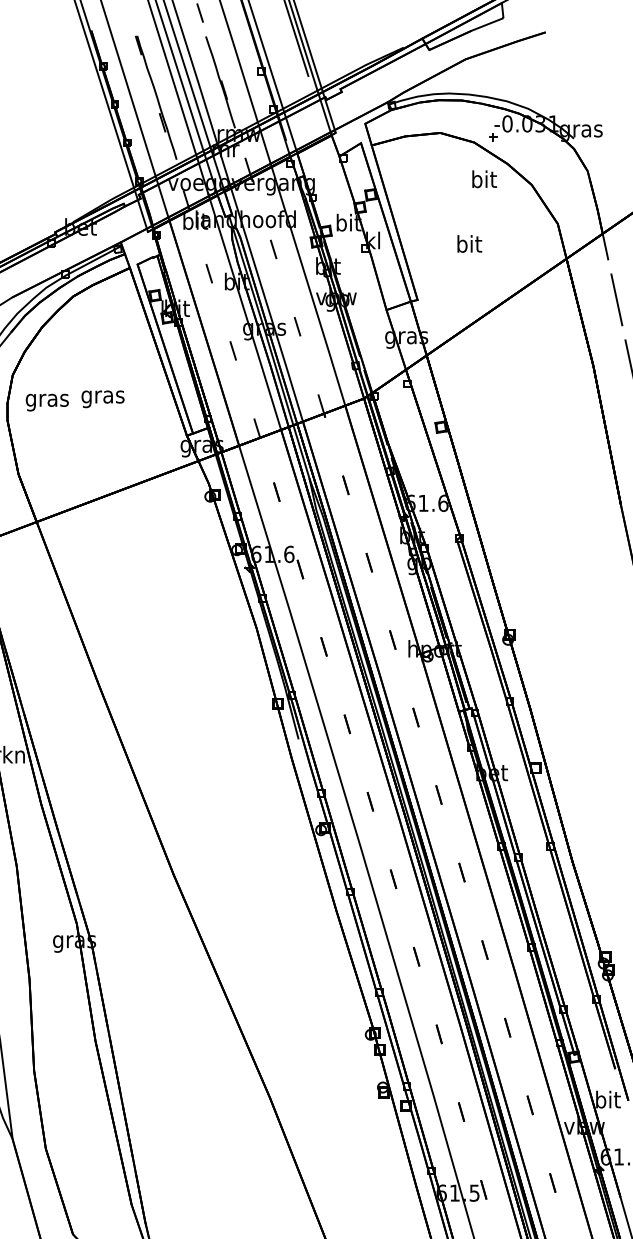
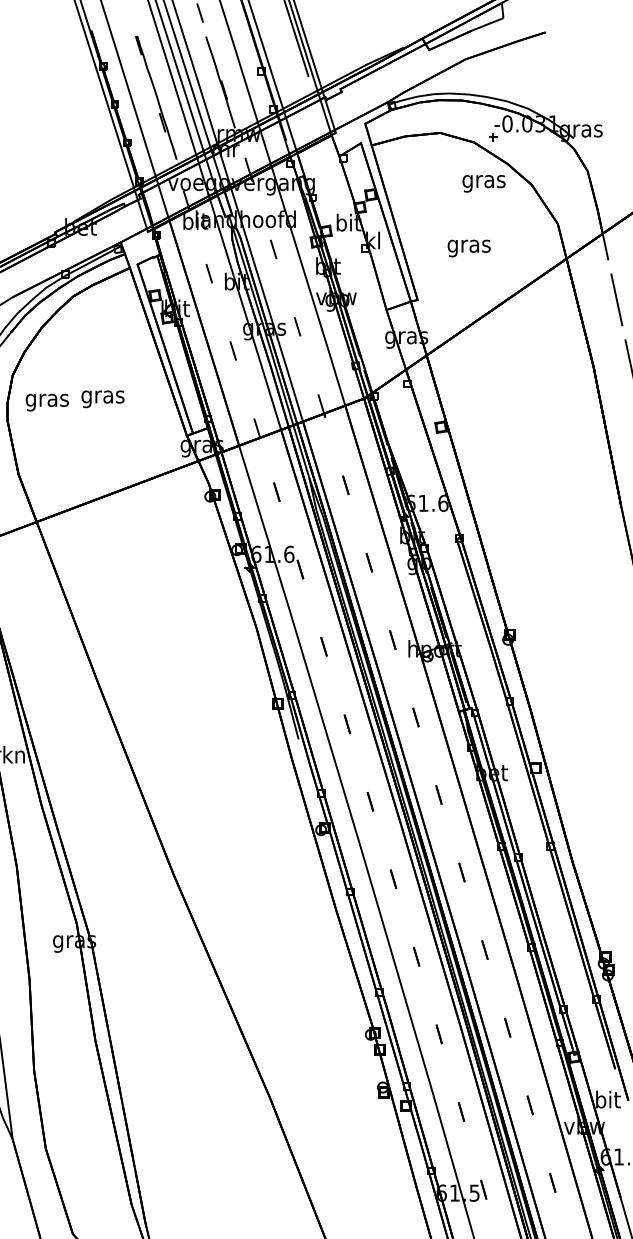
text at (483, 181): bit -> gras
text at (468, 246): bit -> gras
